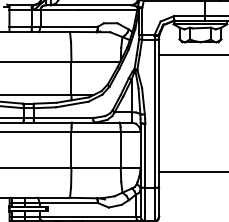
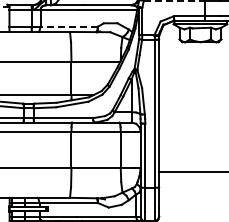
line at (174, 0): solid -> dashed
line at (69, 26): solid -> dashed
line at (192, 54): present -> none
